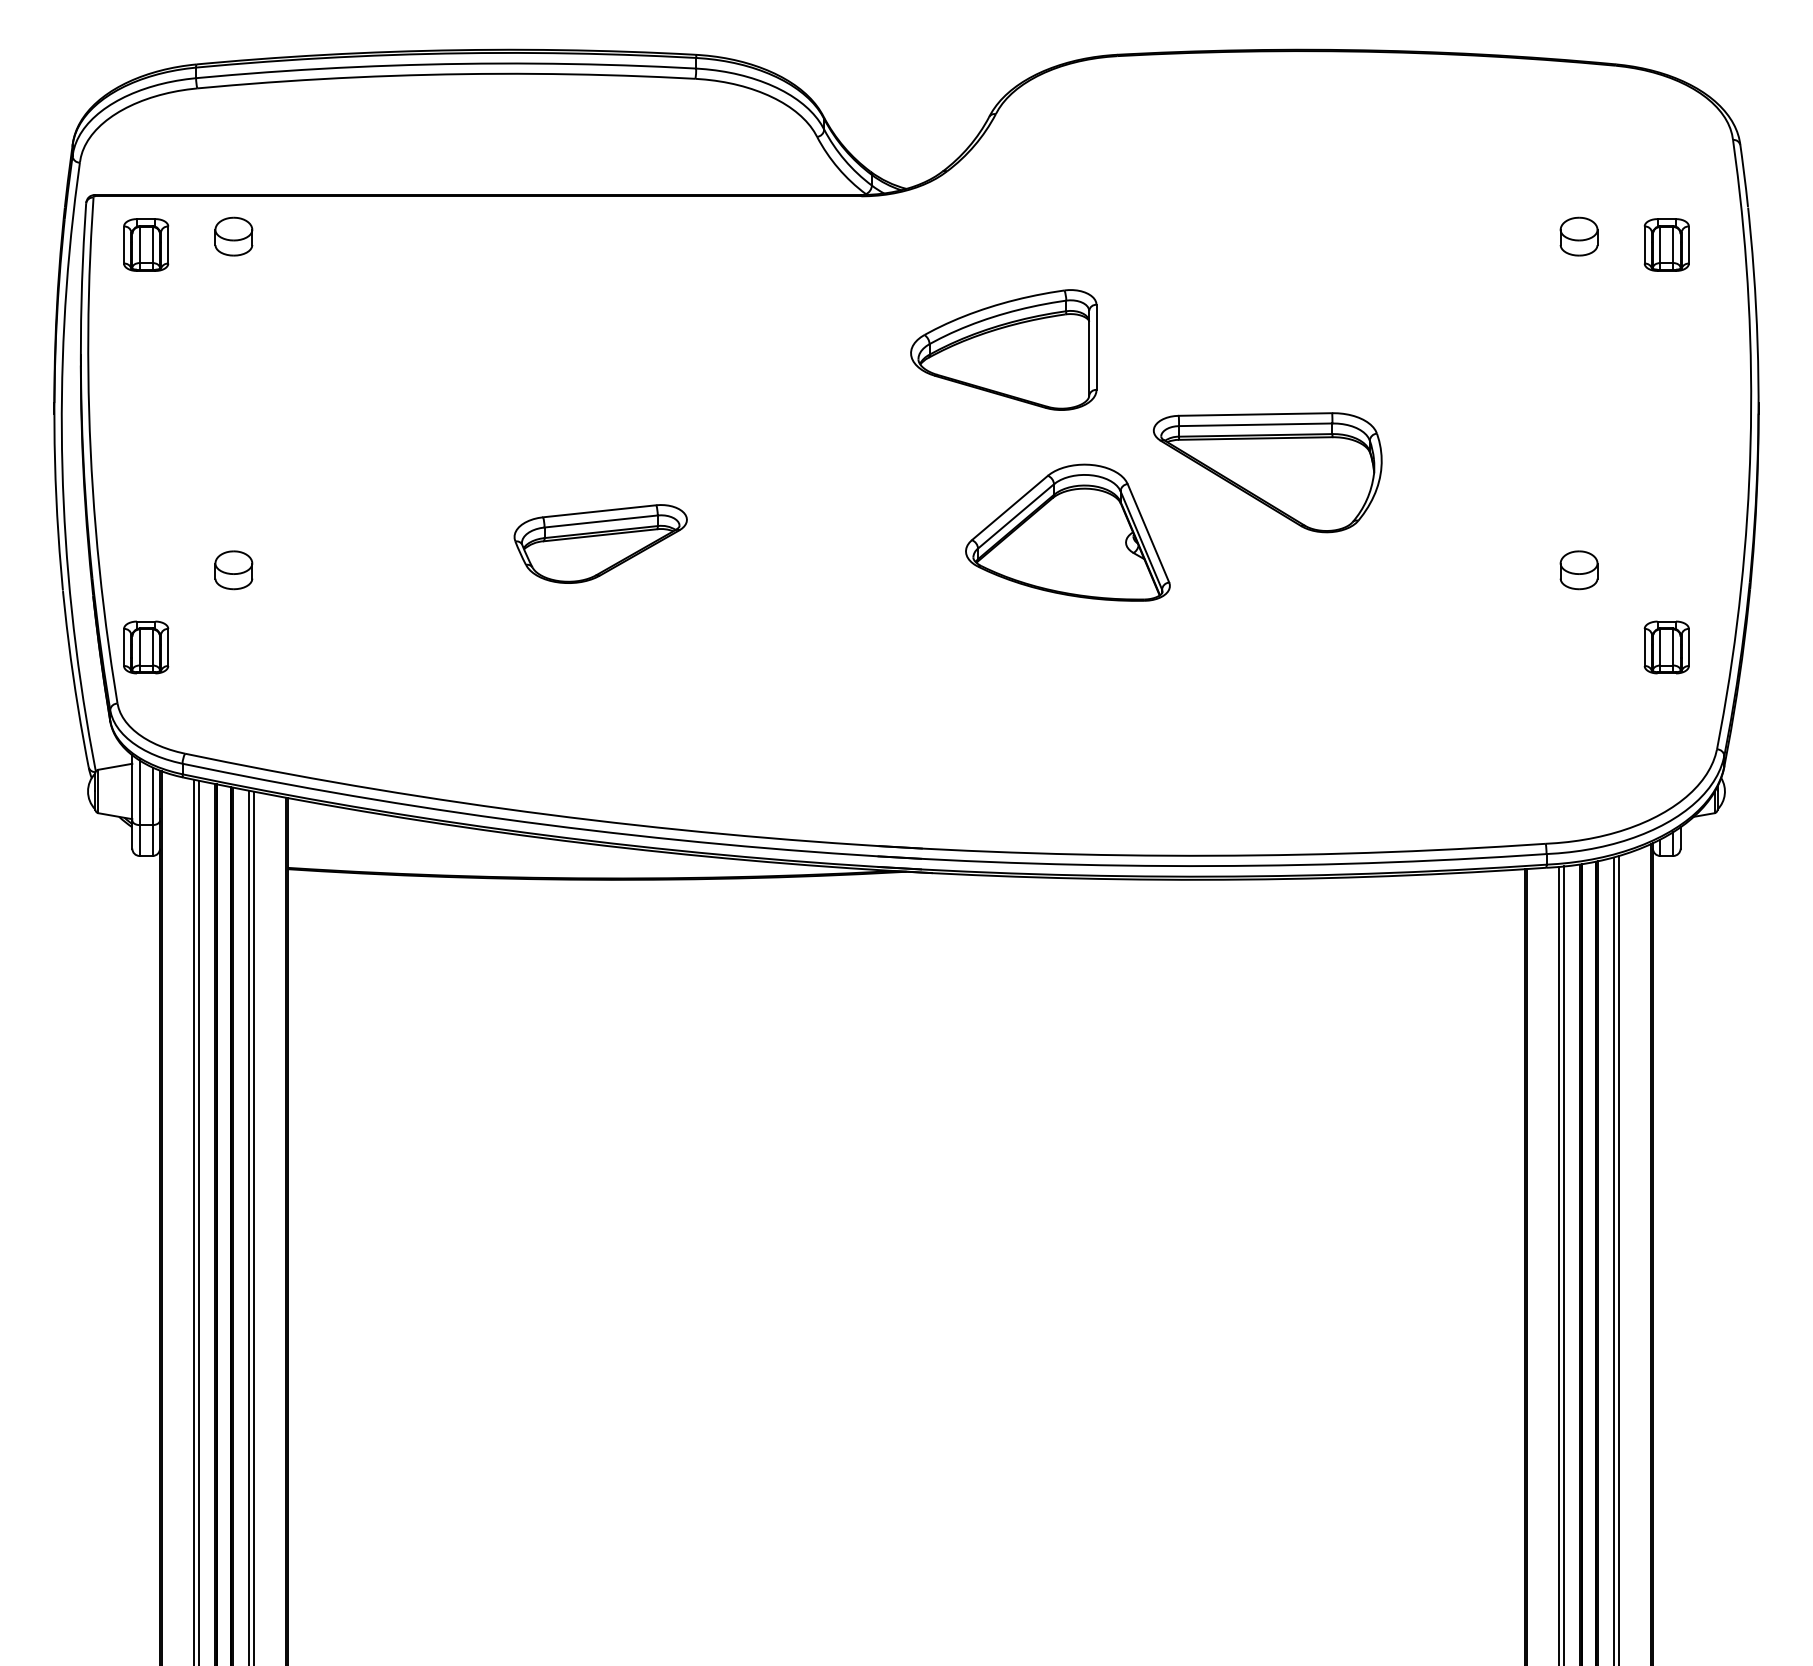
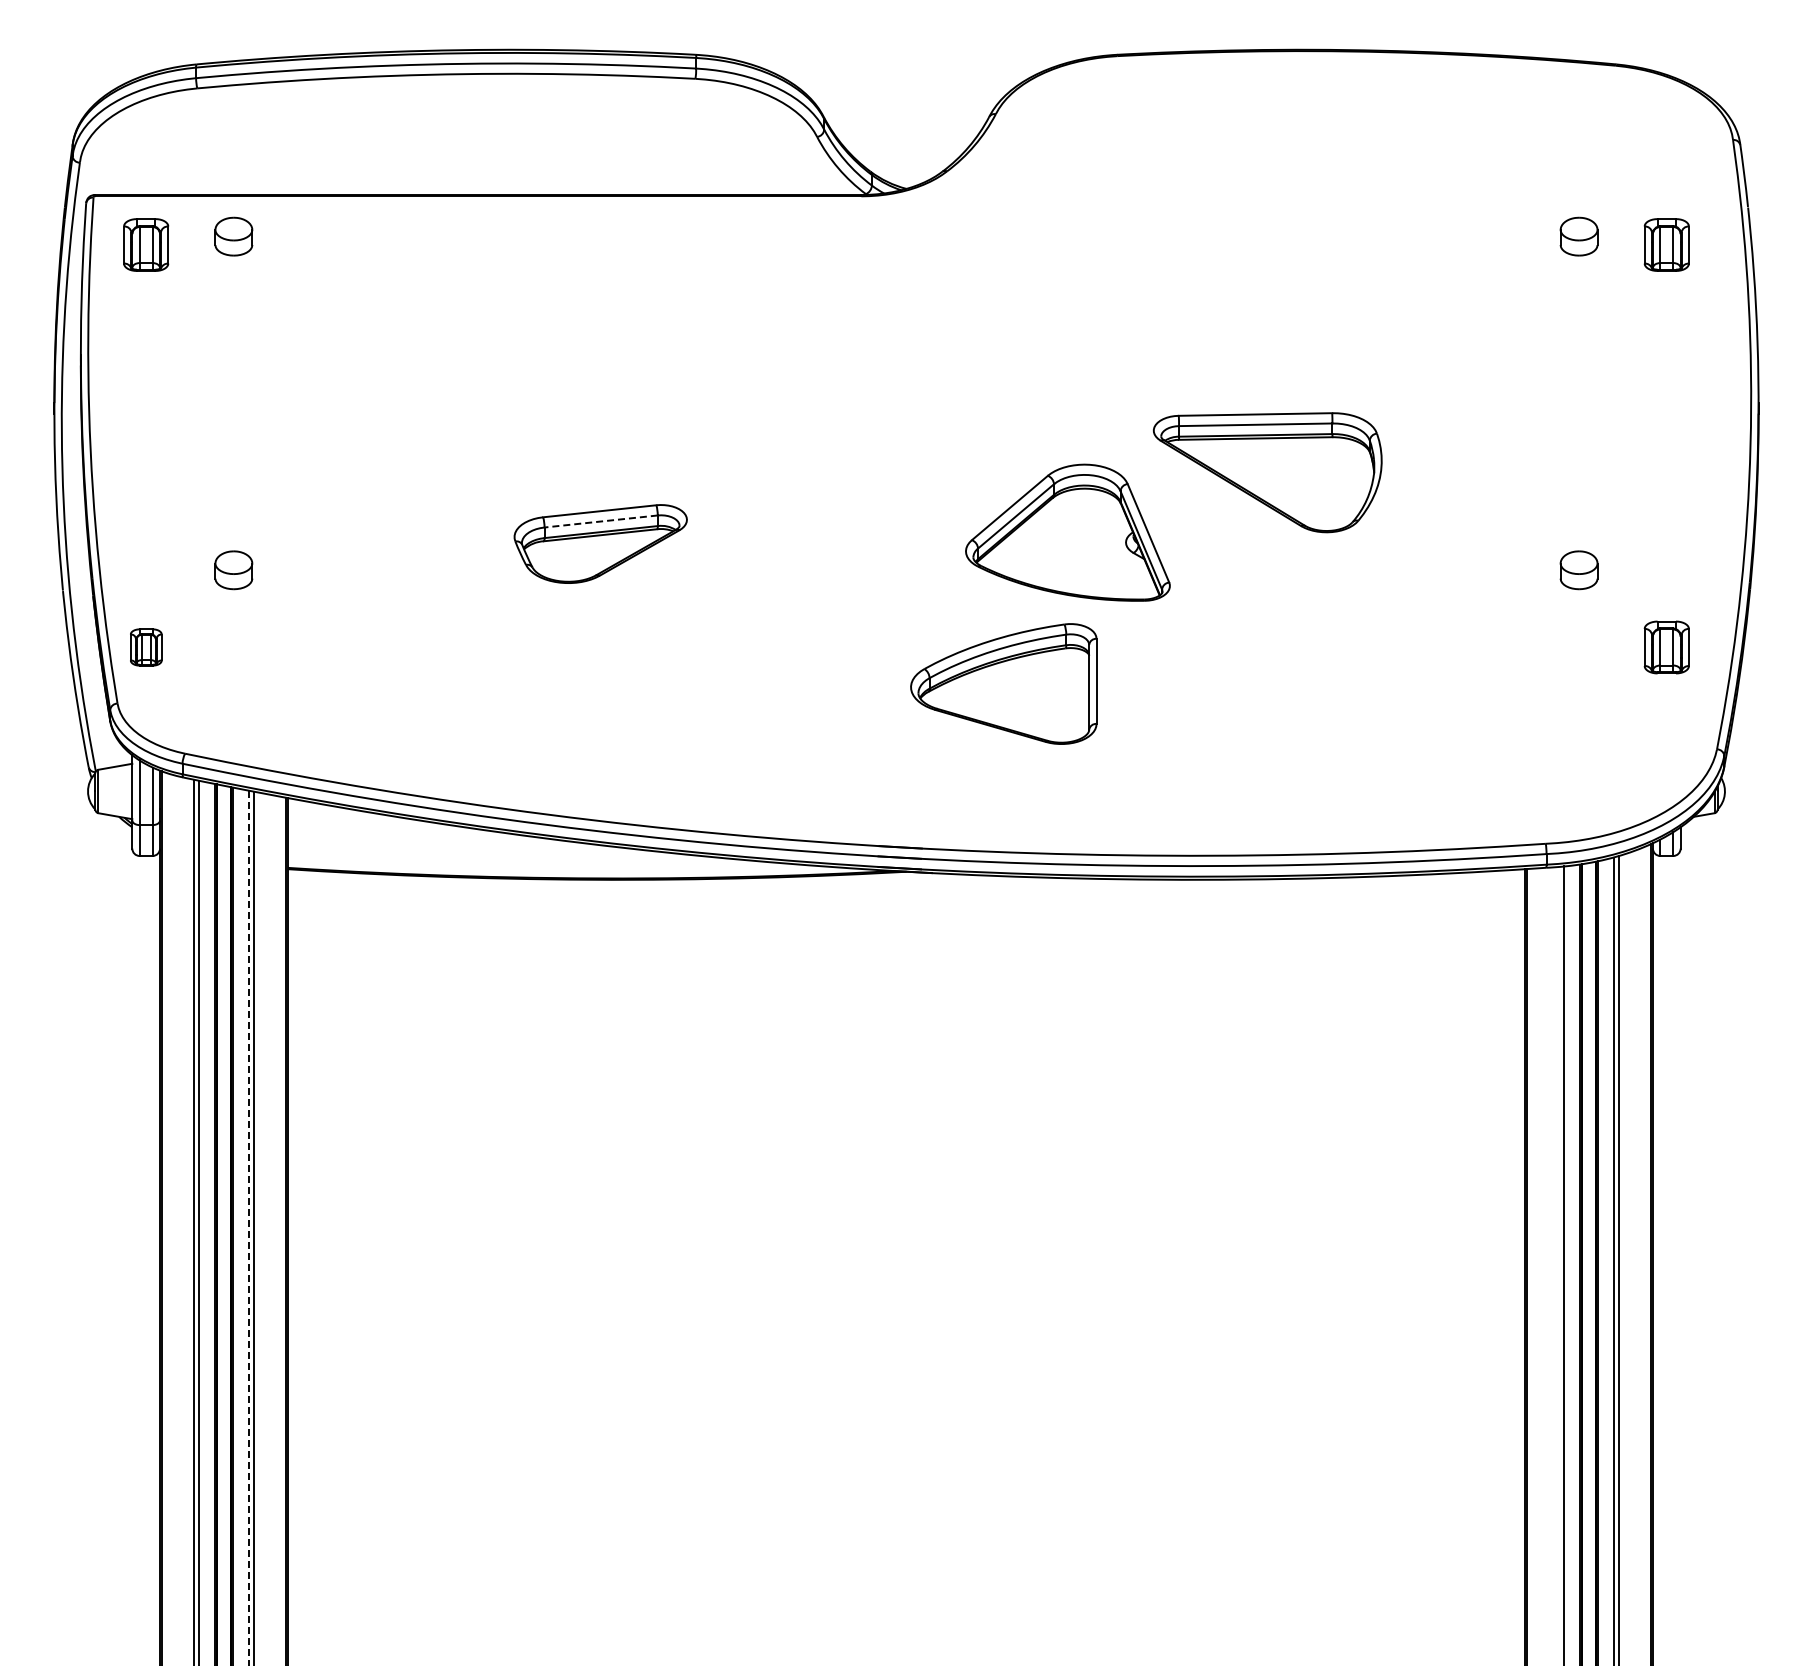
part at (1003, 349) position: (1003, 349) -> (1003, 683)
line at (601, 521): solid -> dashed
part at (146, 647) size: 47x55 px -> 33x39 px
line at (248, 1228): solid -> dashed
line at (1559, 1264): present -> none
